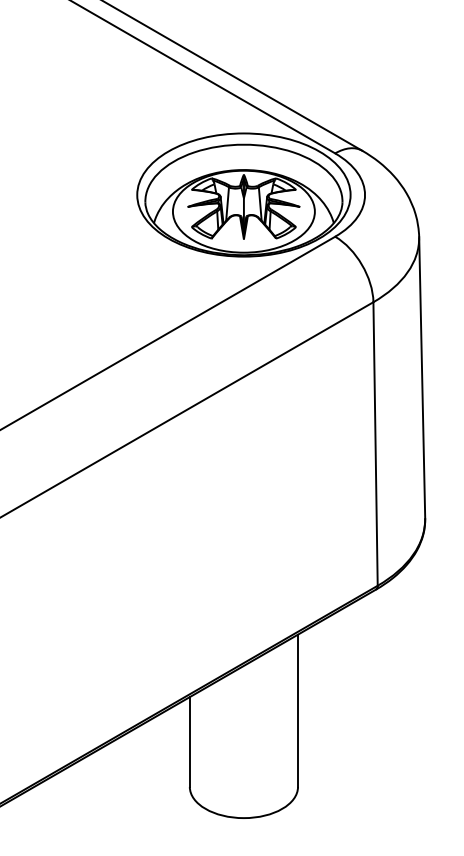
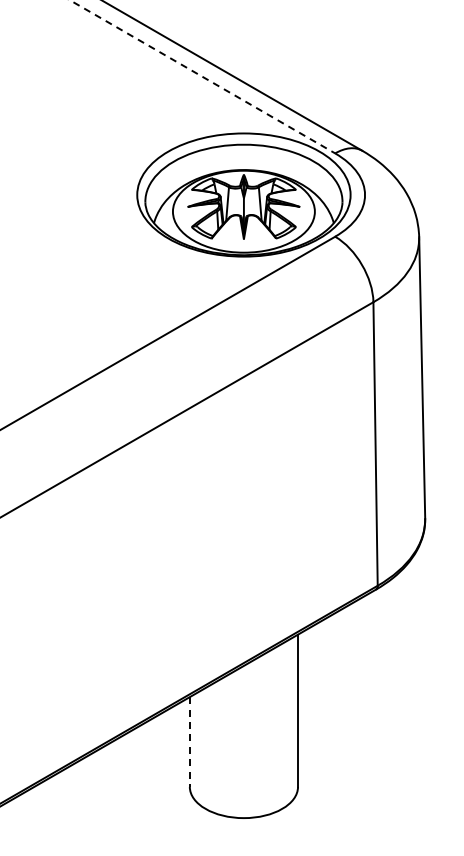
line at (202, 76): solid -> dashed
line at (189, 742): solid -> dashed
